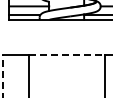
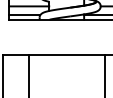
line at (66, 54): dashed -> solid
line at (2, 75): dashed -> solid
